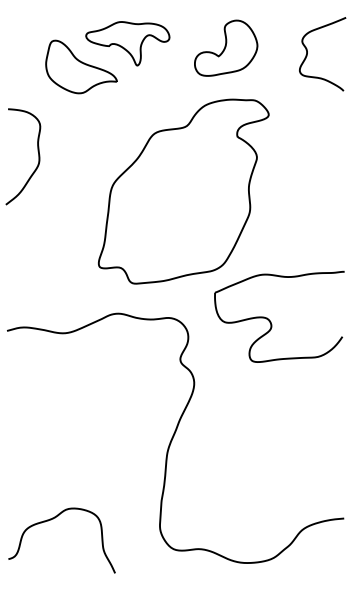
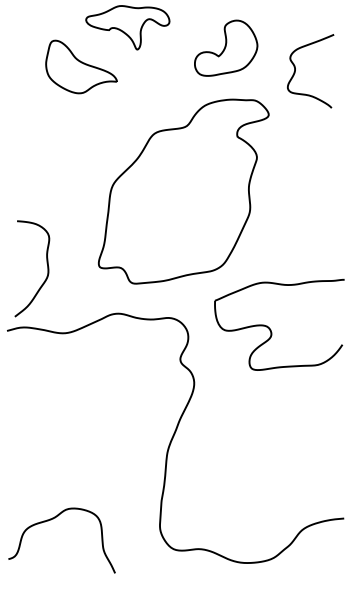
part at (127, 43) position: (127, 43) -> (127, 27)
curve at (307, 54) position: (307, 54) -> (295, 71)
curve at (37, 151) position: (37, 151) -> (46, 263)
part at (271, 321) position: (271, 321) -> (271, 329)
